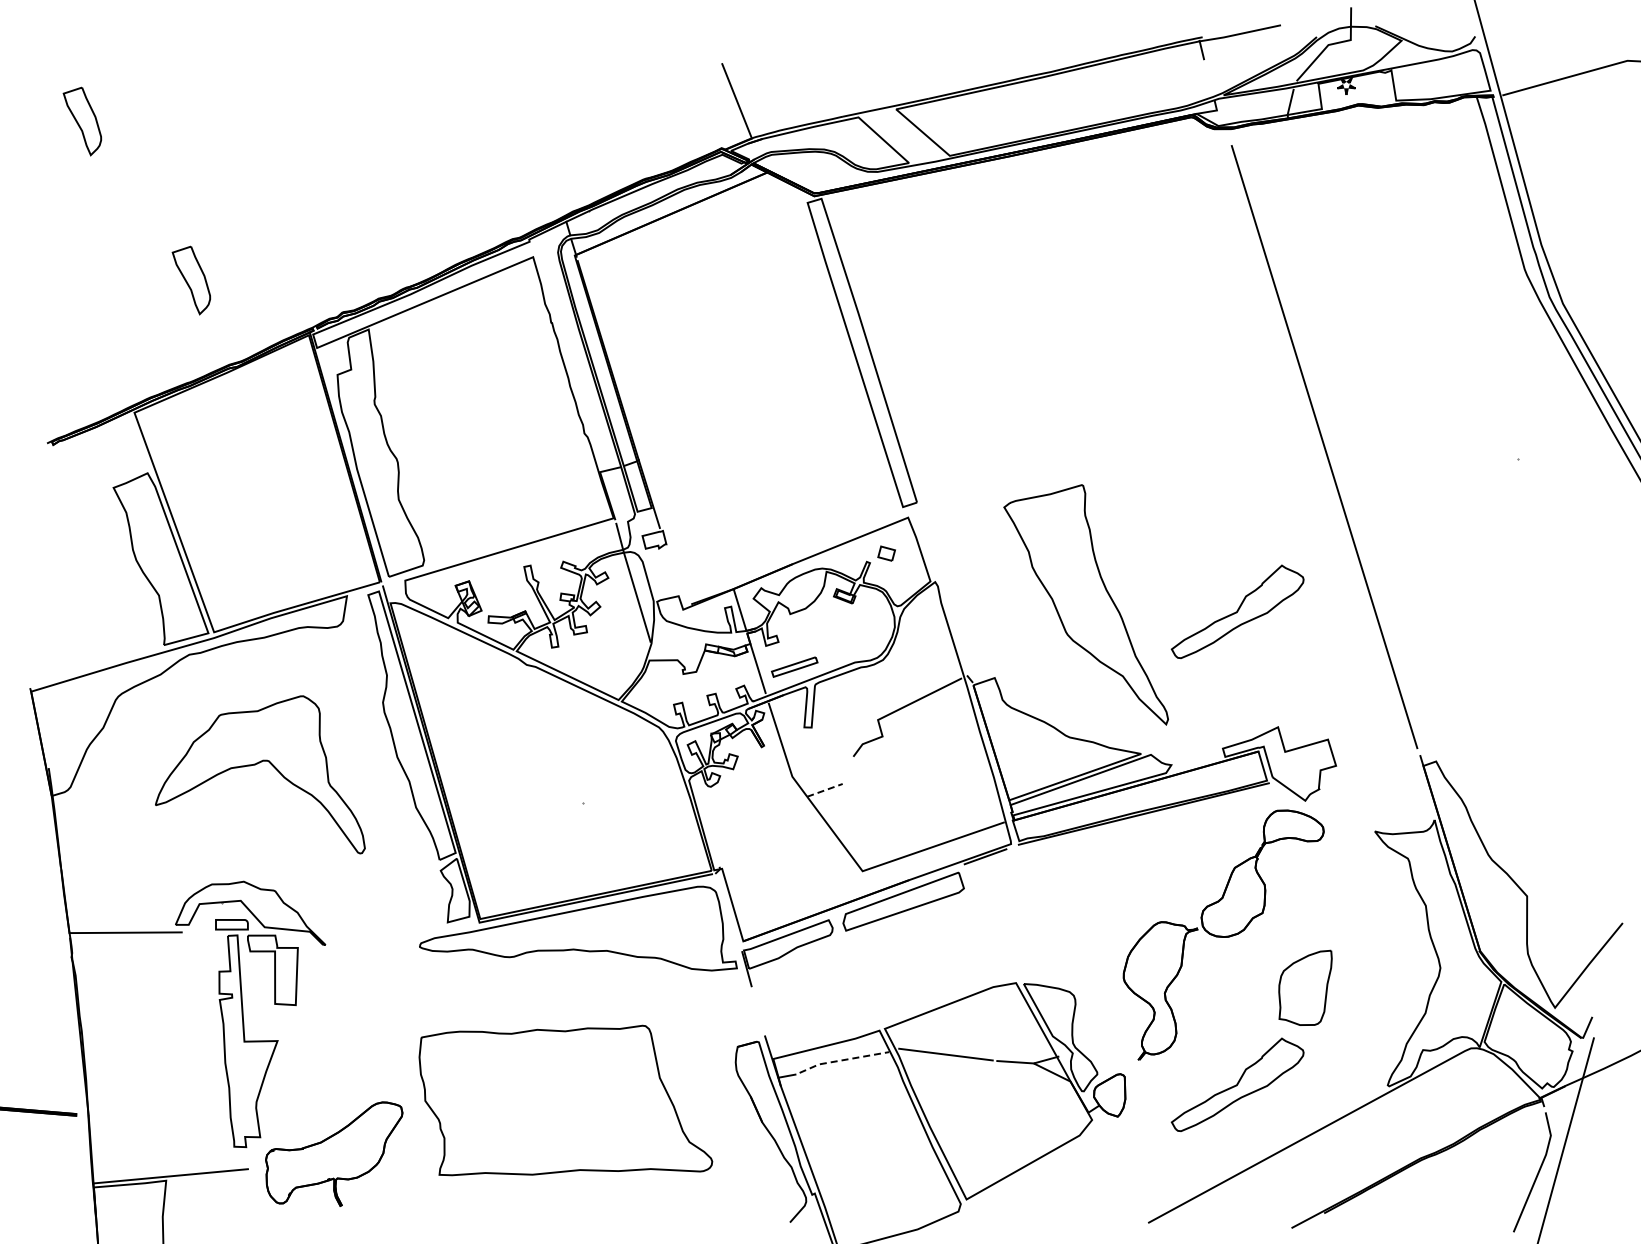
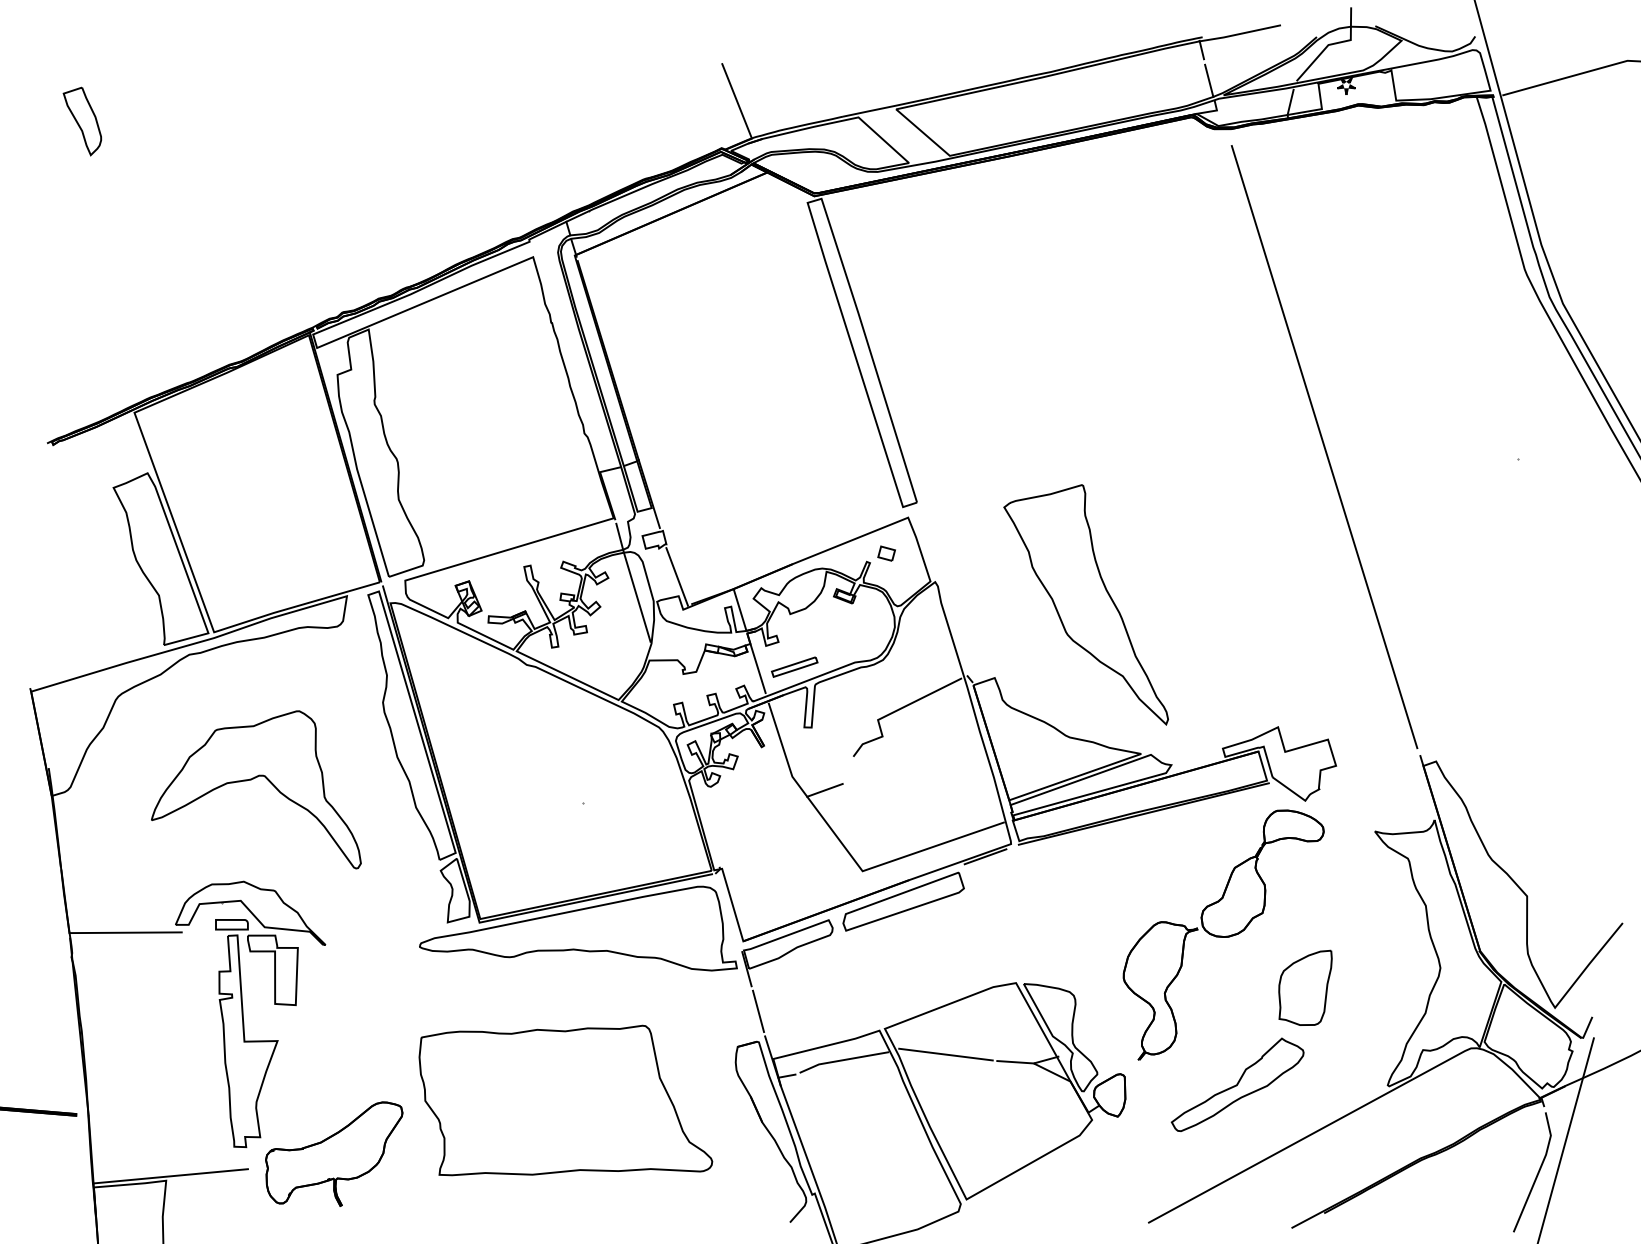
line at (1209, 80): none -> present
part at (191, 280): present -> none
line at (677, 576): none -> present
part at (1237, 611): present -> none
part at (255, 765) position: (255, 765) -> (251, 780)
line at (824, 790): dashed -> solid
line at (758, 1011): none -> present
line at (843, 1060): dashed -> solid
